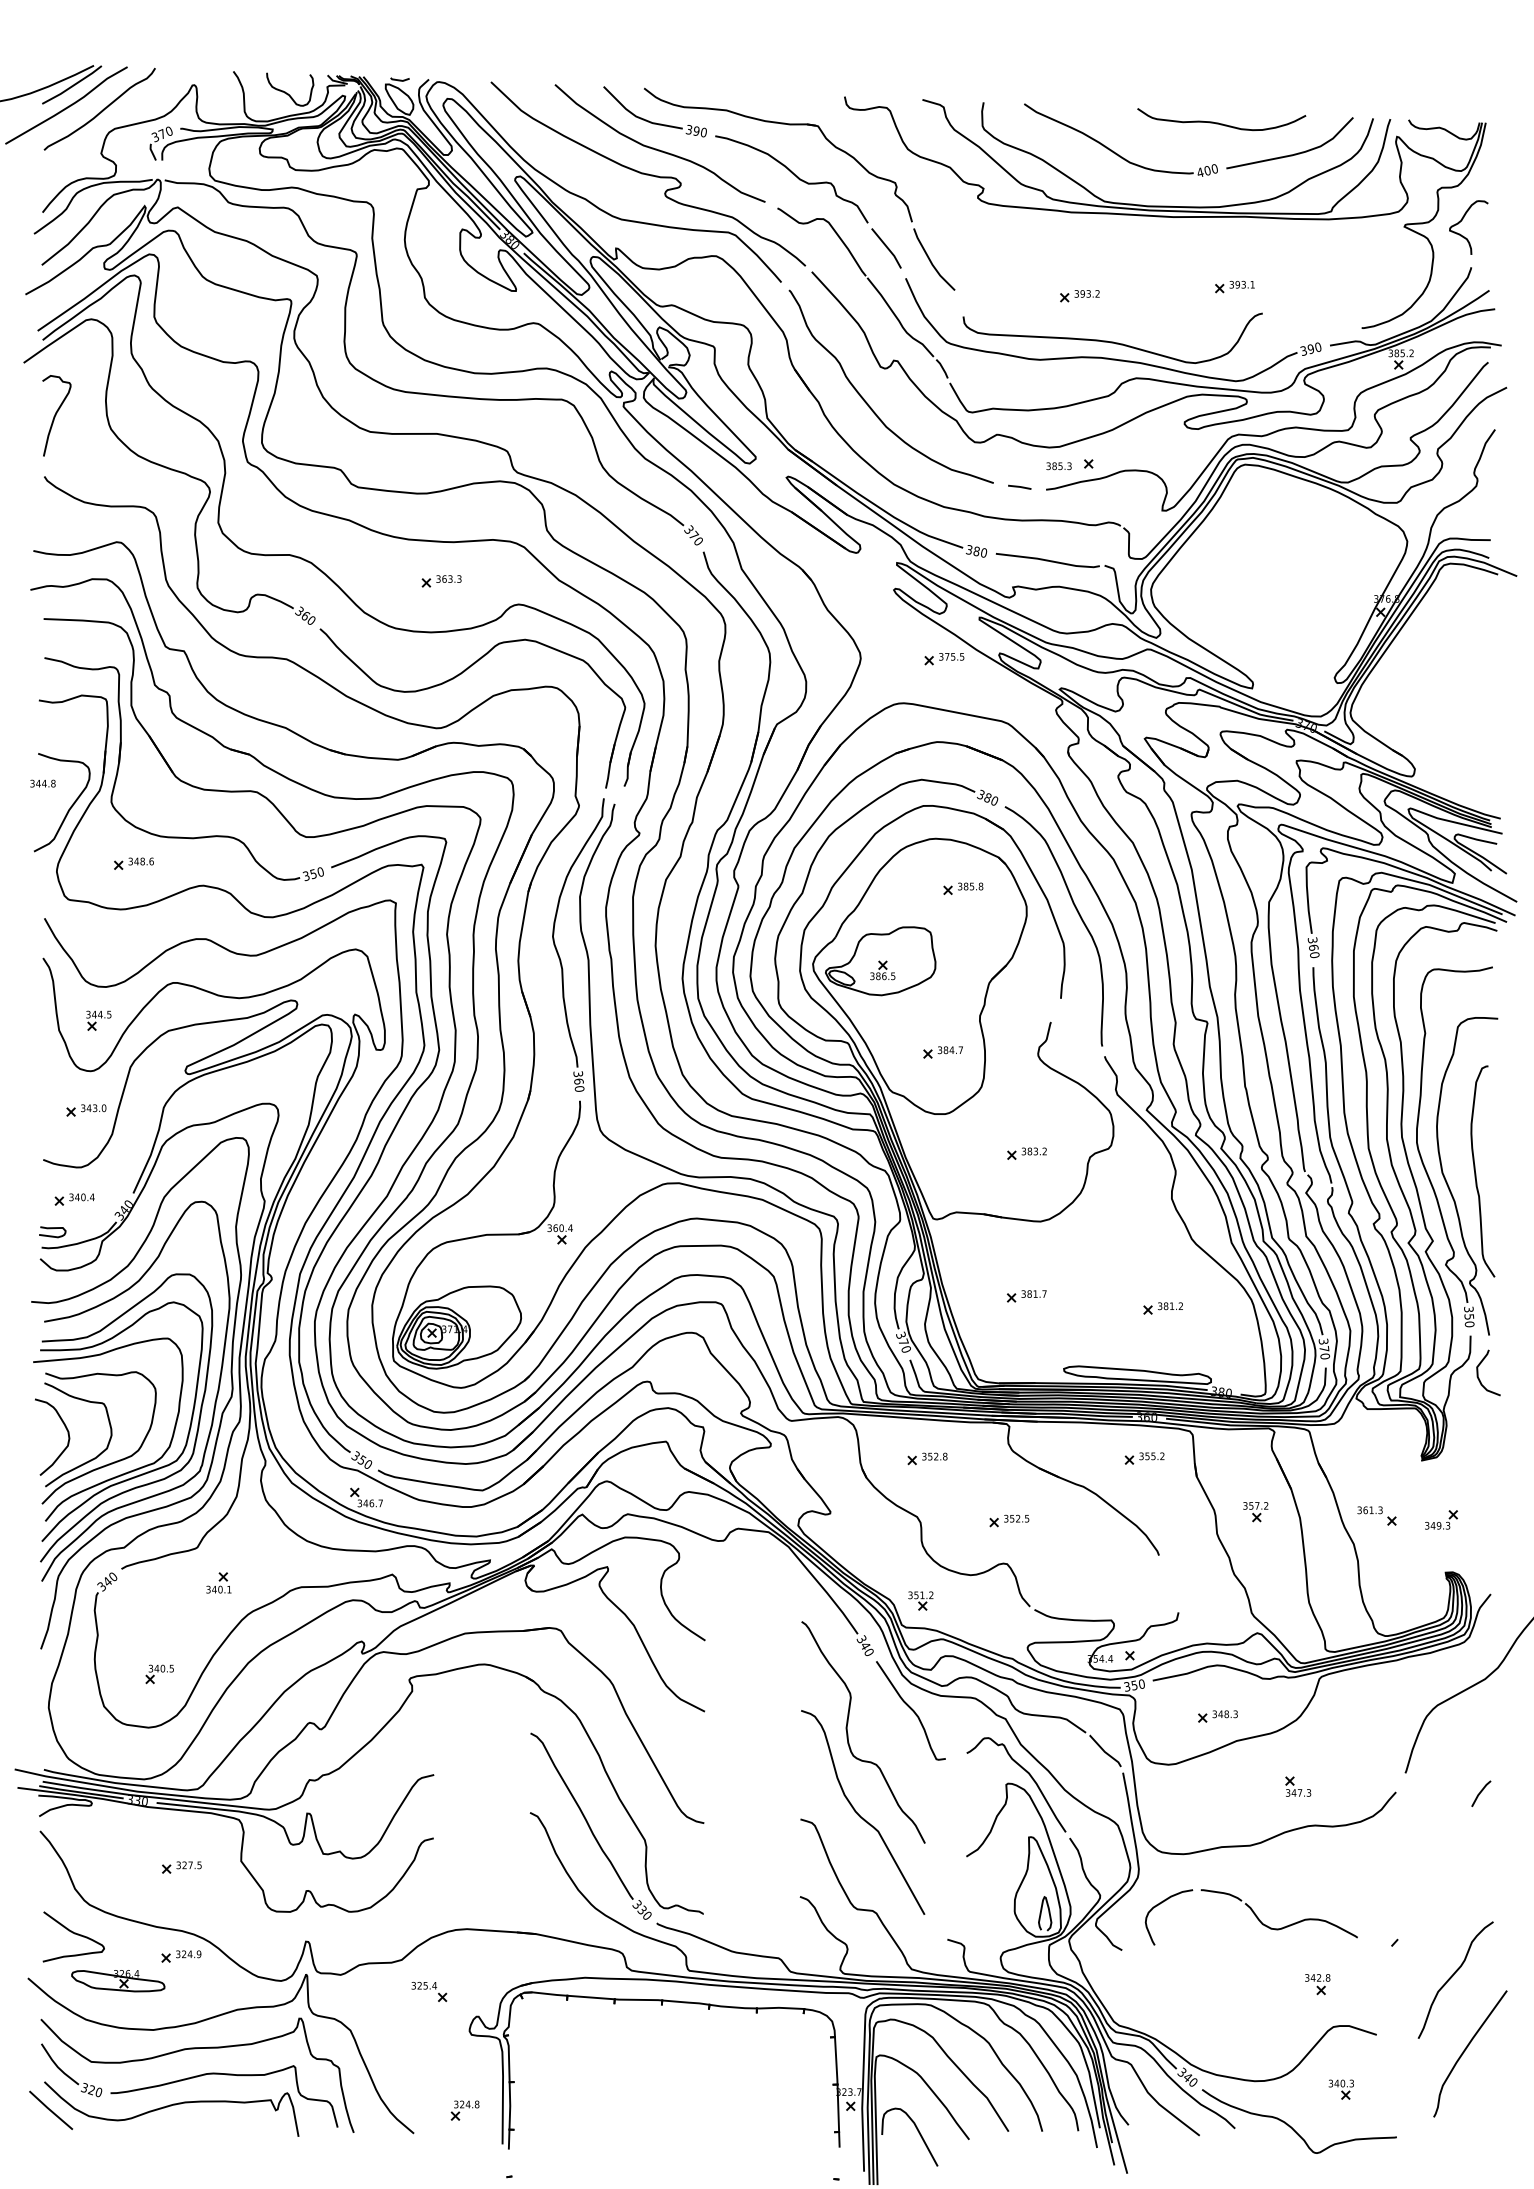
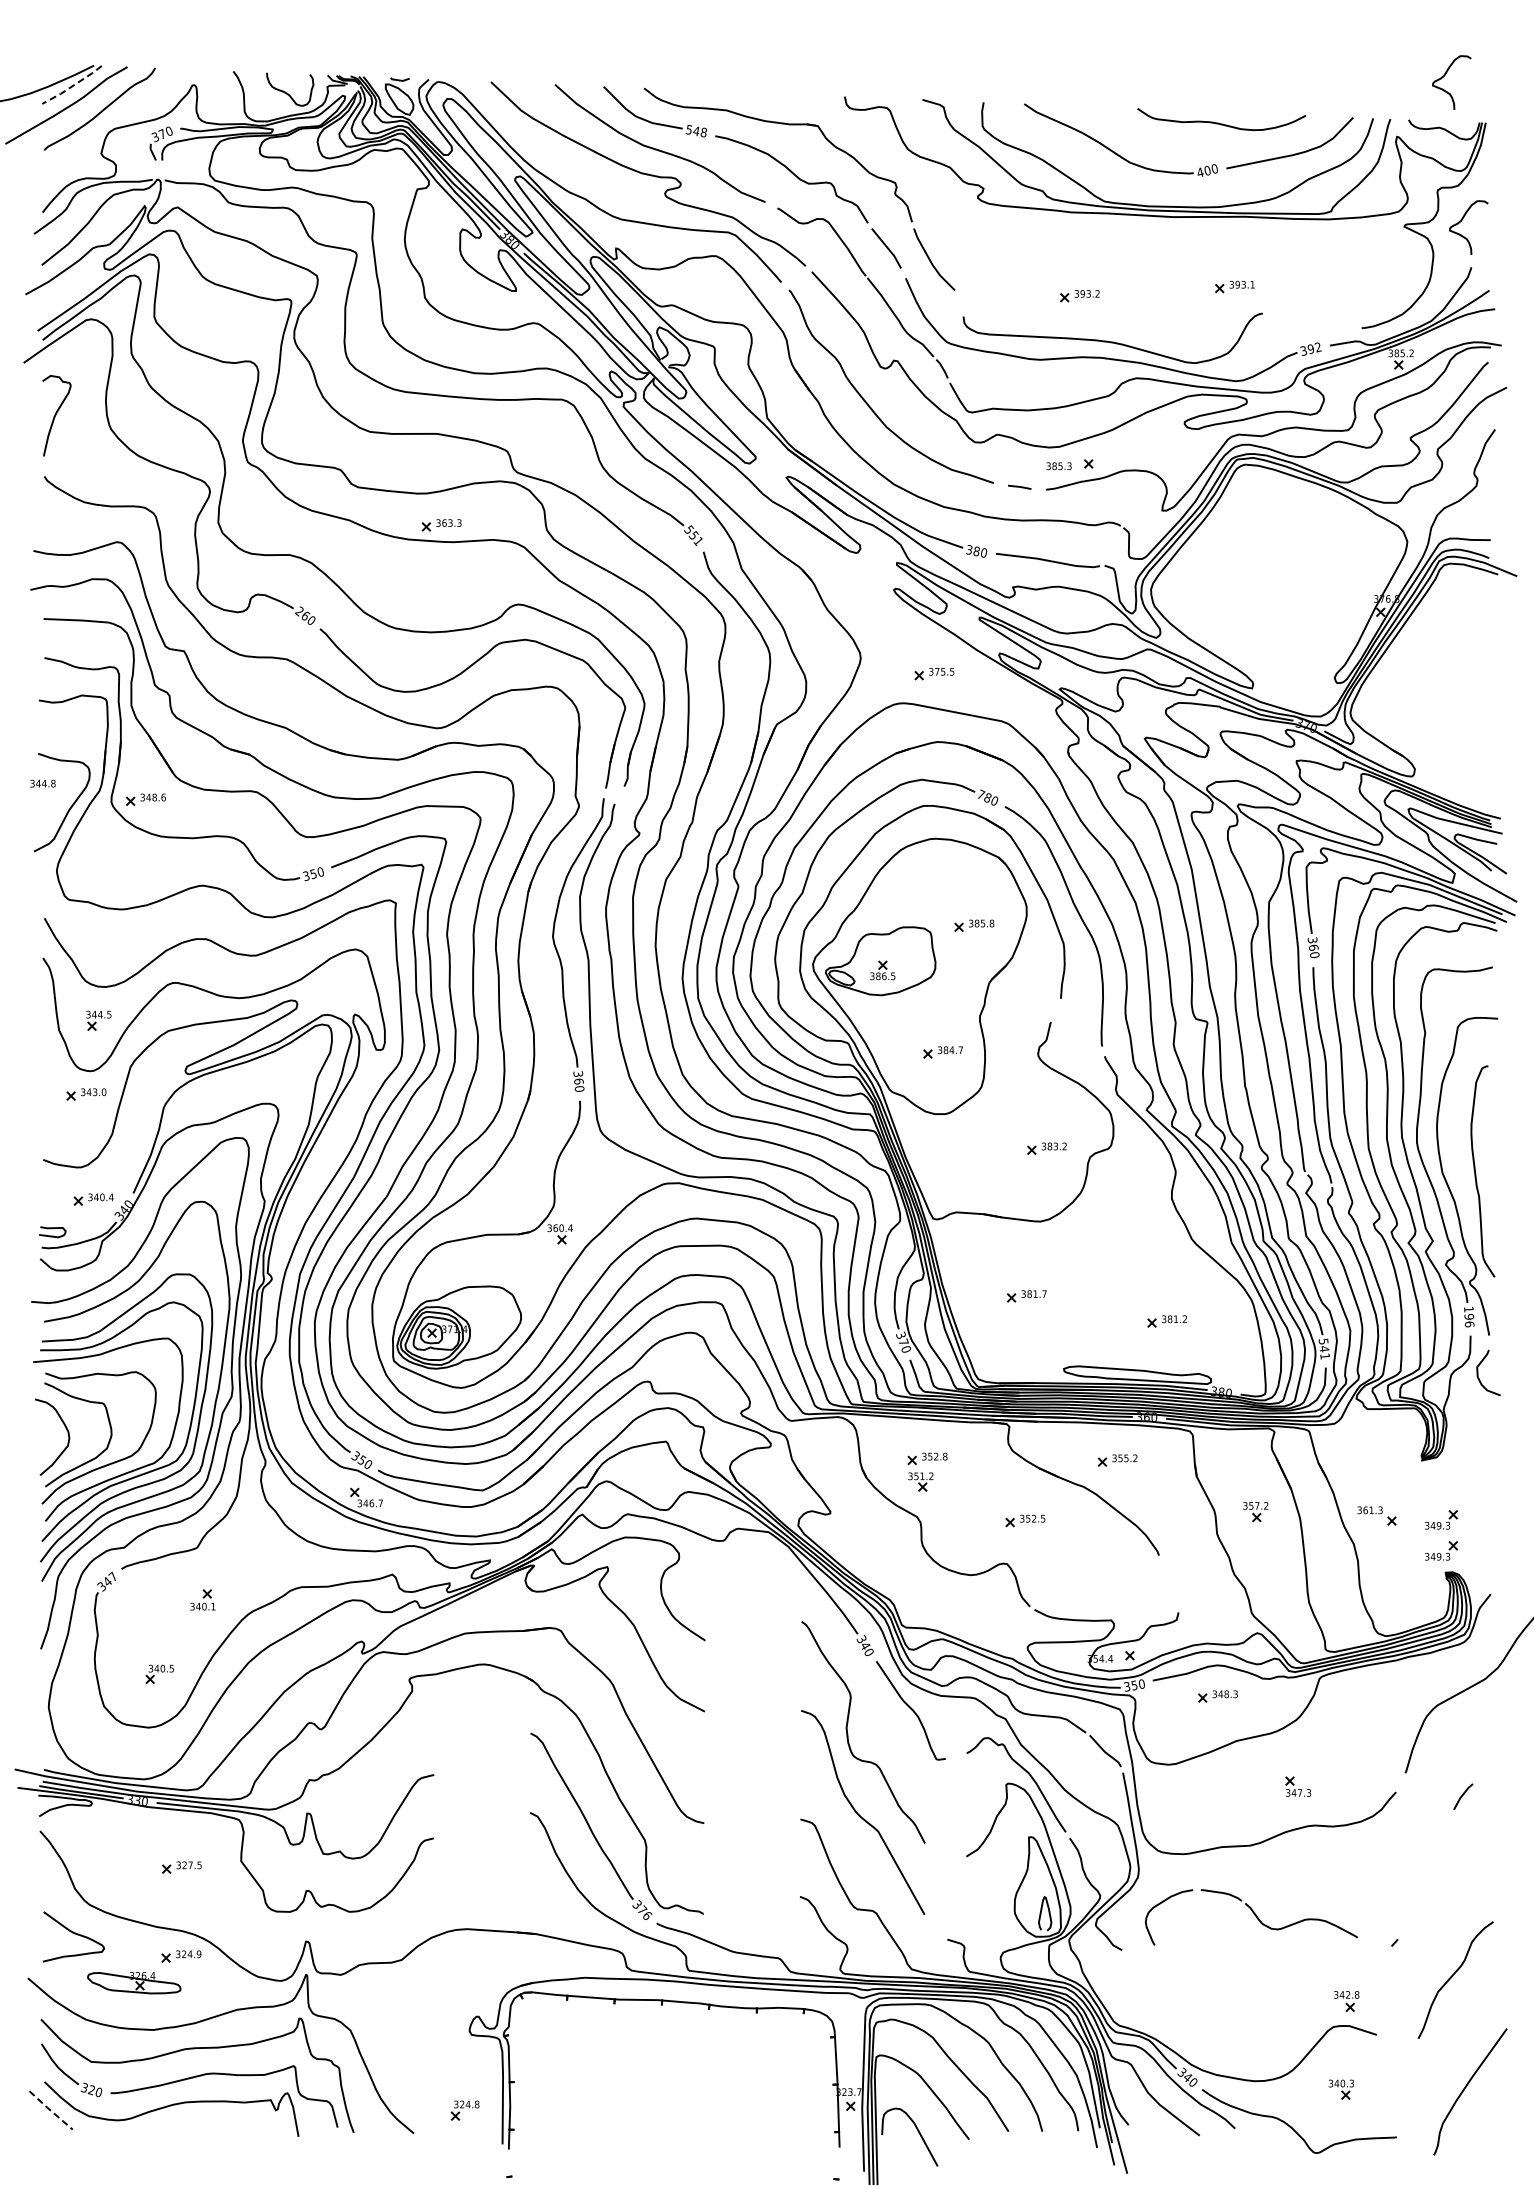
curve at (1445, 75): none -> present
line at (72, 86): solid -> dashed
text at (696, 131): 390 -> 548
text at (1317, 347): 390 -> 392
text at (694, 536): 370 -> 551
part at (441, 581) position: (441, 581) -> (441, 525)
text at (298, 611): 360 -> 260
part at (944, 659) position: (944, 659) -> (934, 674)
text at (980, 794): 380 -> 780
part at (133, 863) position: (133, 863) -> (145, 799)
part at (963, 888) position: (963, 888) -> (974, 925)
part at (86, 1110) position: (86, 1110) -> (86, 1094)
part at (1026, 1153) position: (1026, 1153) -> (1046, 1148)
part at (74, 1199) position: (74, 1199) -> (93, 1199)
part at (1162, 1308) position: (1162, 1308) -> (1166, 1321)
text at (1469, 1317): 350 -> 196
text at (1324, 1348): 370 -> 541
part at (1144, 1458) position: (1144, 1458) -> (1117, 1460)
part at (1009, 1520) position: (1009, 1520) -> (1025, 1520)
part at (1441, 1550): none -> present
text at (112, 1576): 340 -> 347
part at (218, 1582) position: (218, 1582) -> (202, 1599)
part at (920, 1600) position: (920, 1600) -> (920, 1481)
part at (1217, 1716) position: (1217, 1716) -> (1217, 1696)
line at (1481, 1792) position: (1481, 1792) -> (1463, 1795)
text at (644, 1912): 330 -> 376
part at (118, 1981) position: (118, 1981) -> (134, 1983)
part at (1317, 1984) position: (1317, 1984) -> (1346, 2001)
part at (429, 1991): present -> none
curve at (1465, 2051) position: (1465, 2051) -> (1465, 2089)
line at (50, 2110): solid -> dashed
